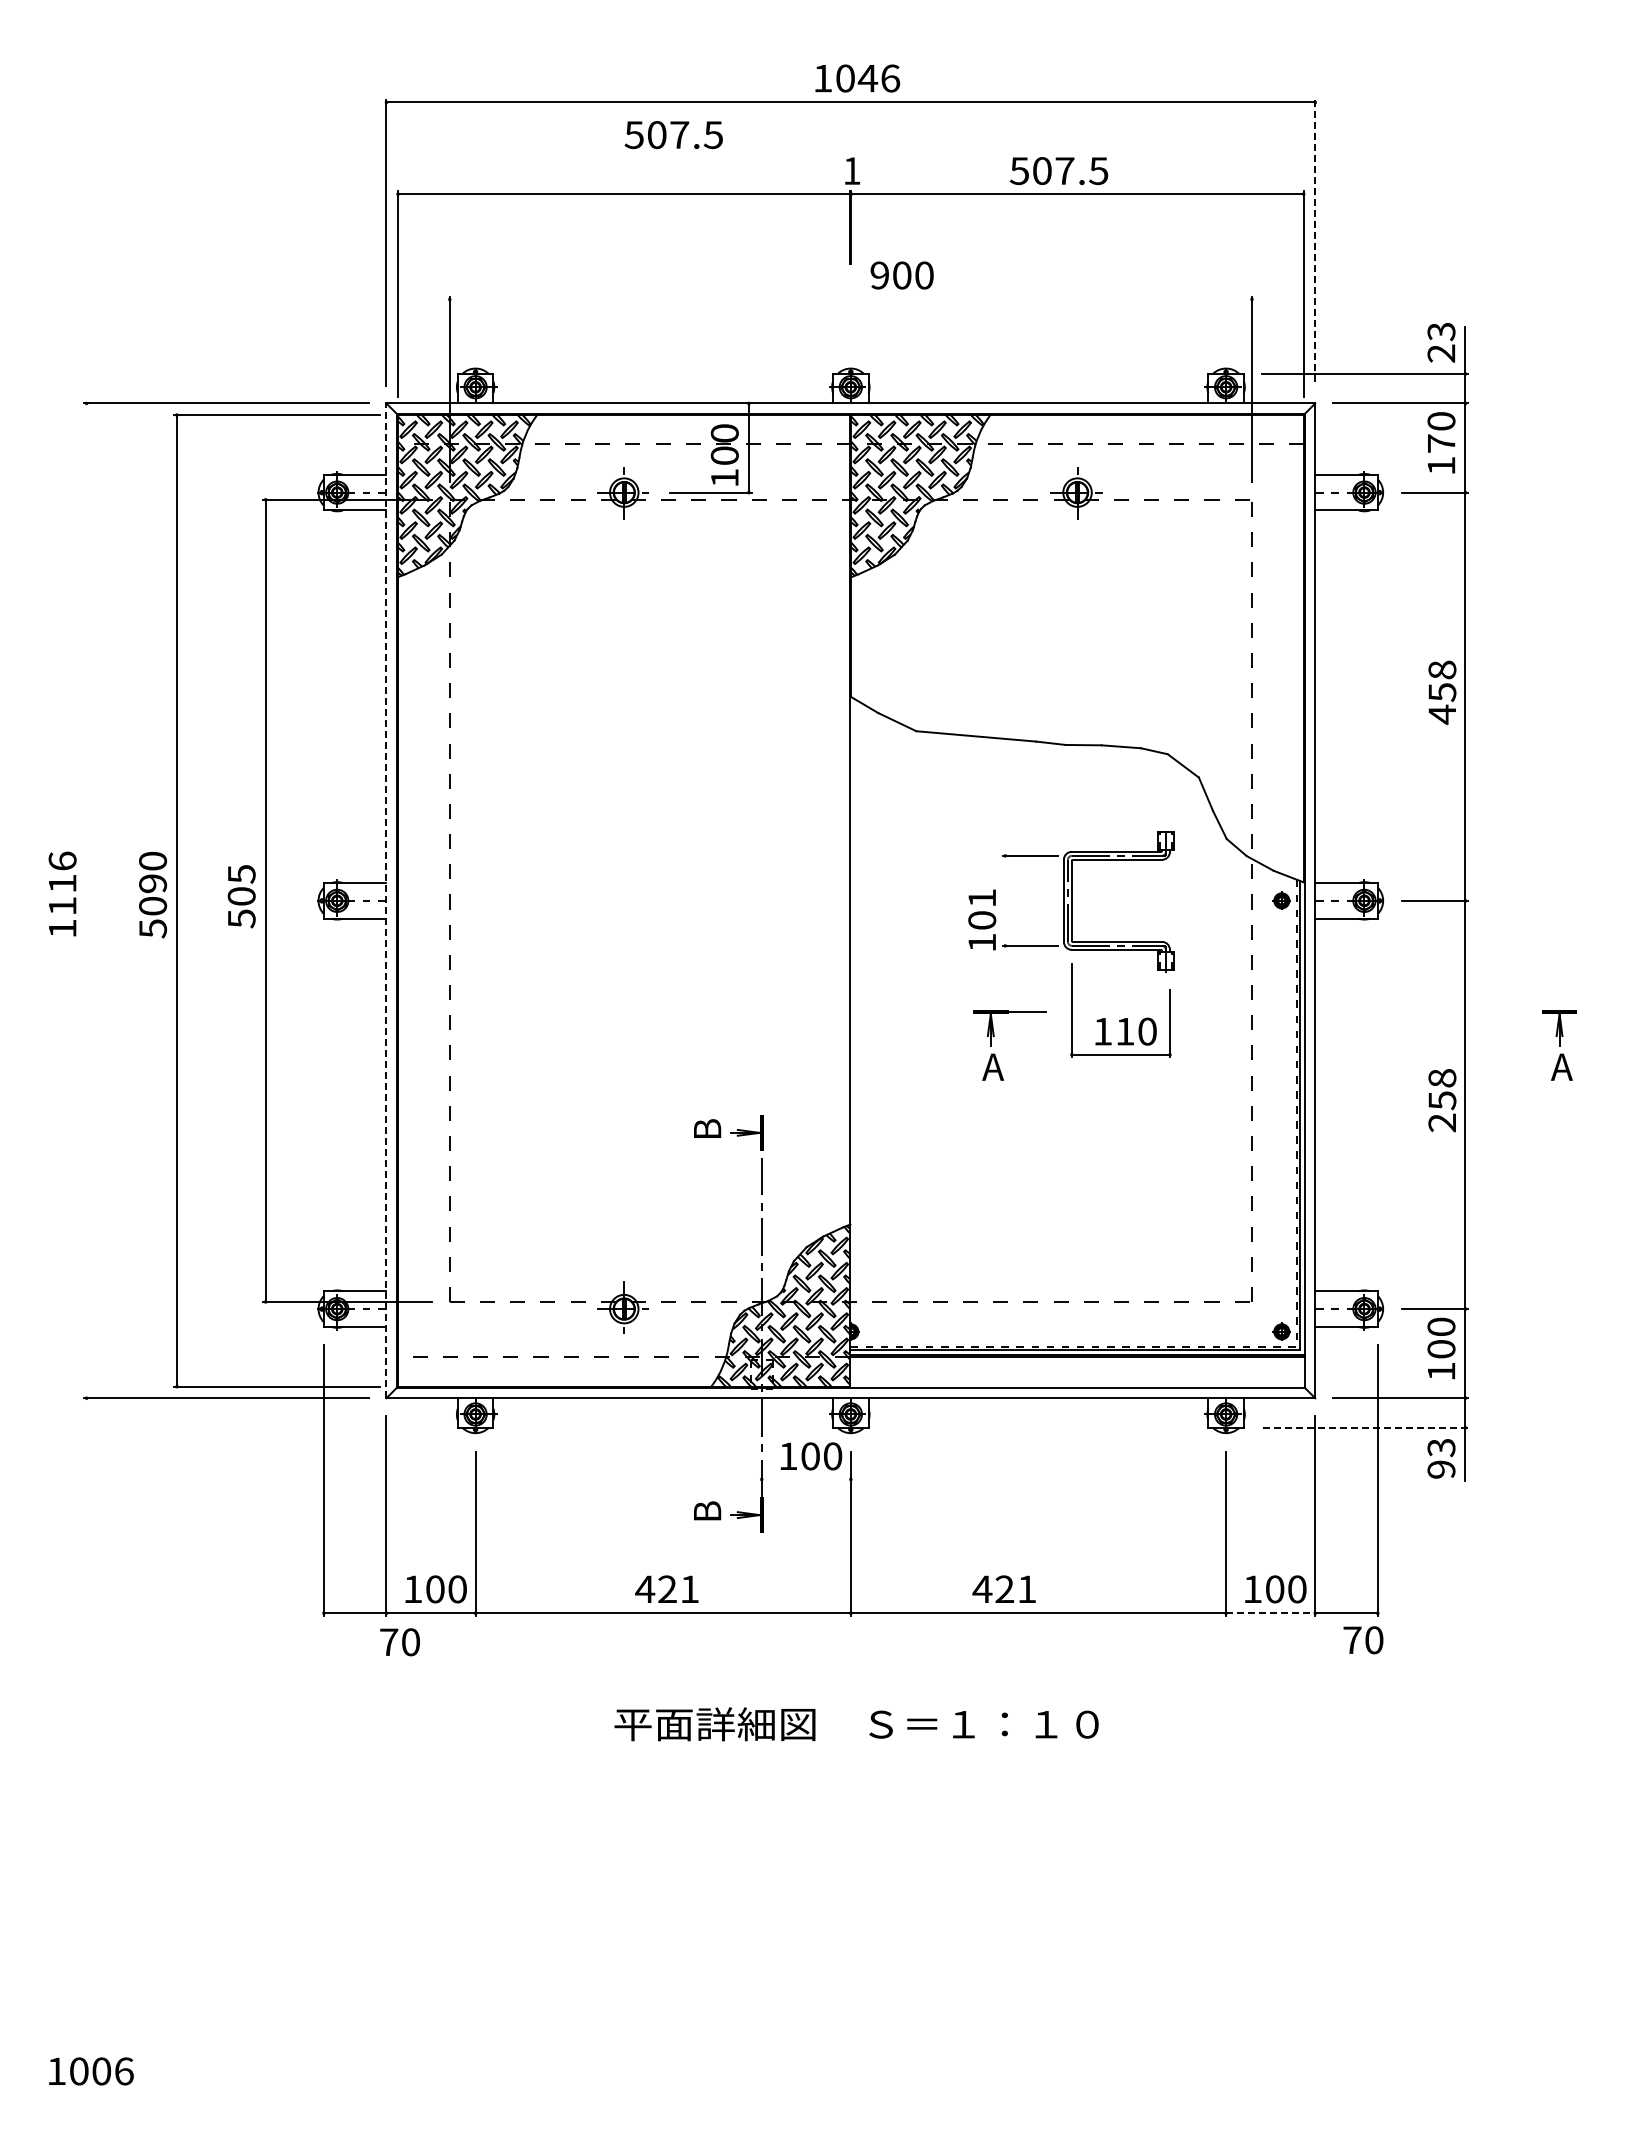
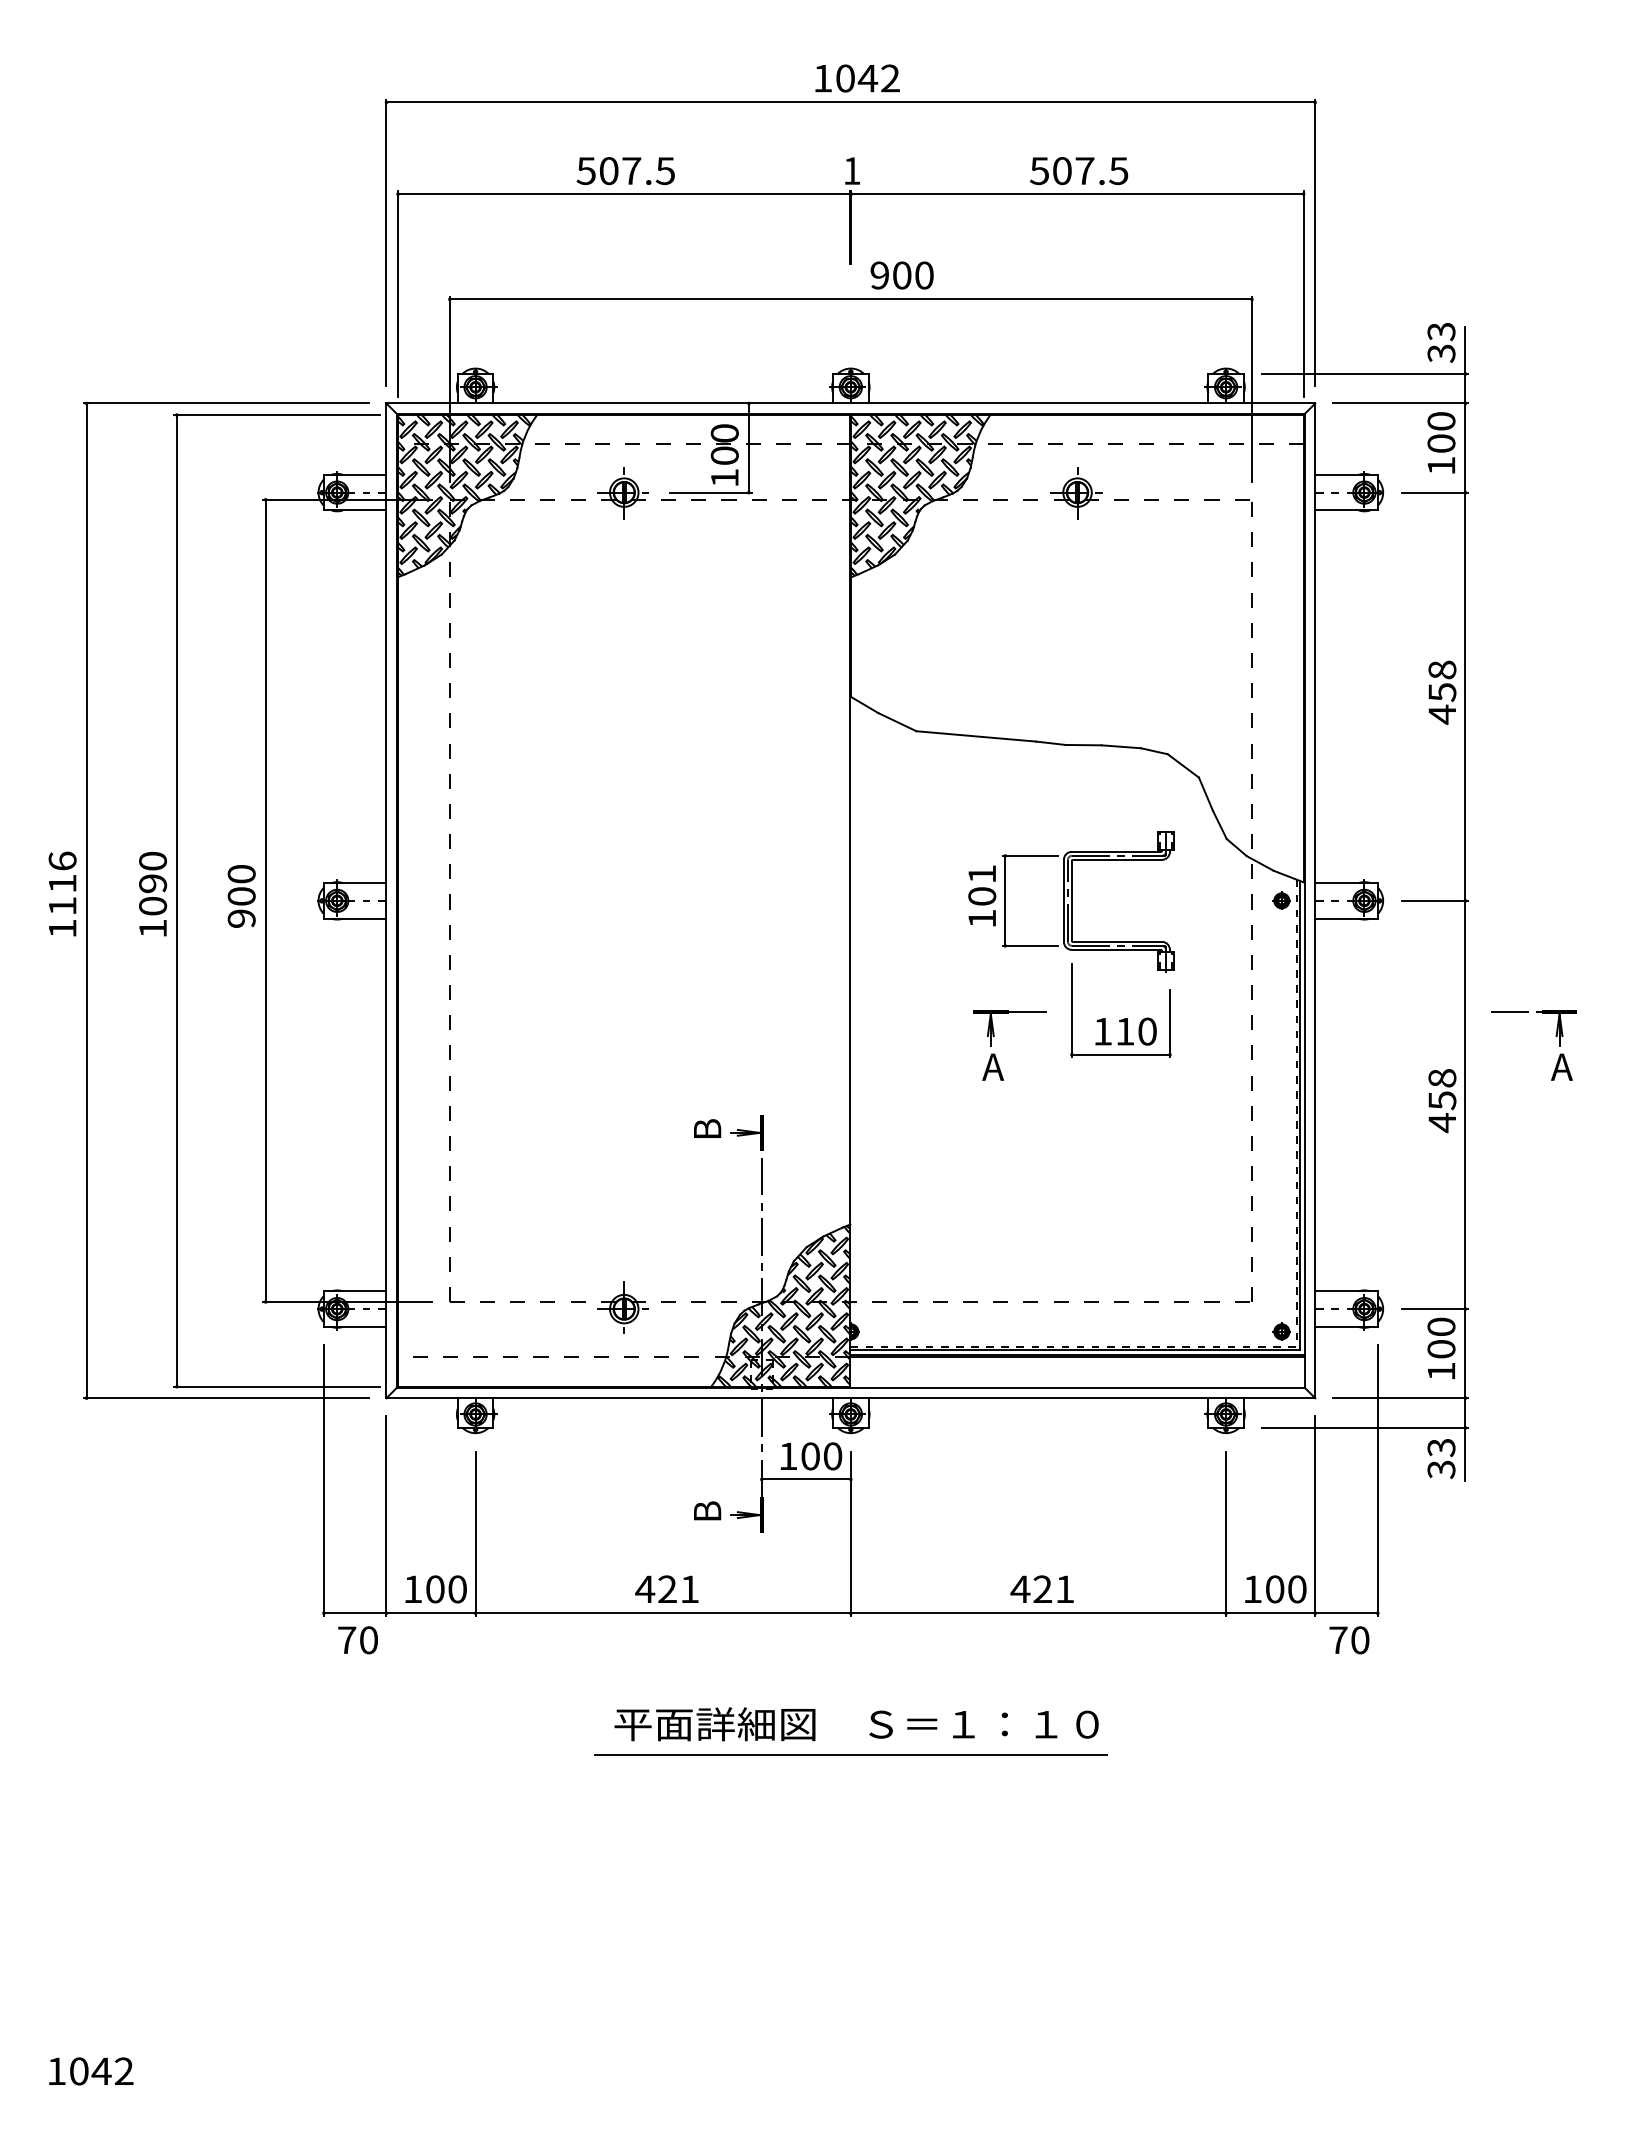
text at (890, 78): 1046 -> 1042
text at (673, 135) position: (673, 135) -> (625, 171)
text at (1058, 171) position: (1058, 171) -> (1078, 171)
line at (1315, 242): dashed -> solid
line at (850, 299): none -> present
text at (1441, 353): 23 -> 33
text at (1441, 443): 170 -> 100
text at (241, 896): 505 -> 900
line at (86, 900): none -> present
line at (386, 900): dashed -> solid
line at (1005, 900): none -> present
text at (982, 919) position: (982, 919) -> (982, 895)
text at (153, 928): 5090 -> 1090
line at (1515, 1012): none -> present
text at (1441, 1123): 258 -> 458
line at (1364, 1427): dashed -> solid
text at (1441, 1469): 93 -> 33
line at (805, 1479): none -> present
text at (1003, 1588) position: (1003, 1588) -> (1041, 1588)
line at (1270, 1613): dashed -> solid
text at (1363, 1640) position: (1363, 1640) -> (1349, 1640)
text at (399, 1642) position: (399, 1642) -> (357, 1640)
line at (850, 1754): none -> present
text at (112, 2071): 1006 -> 1042
